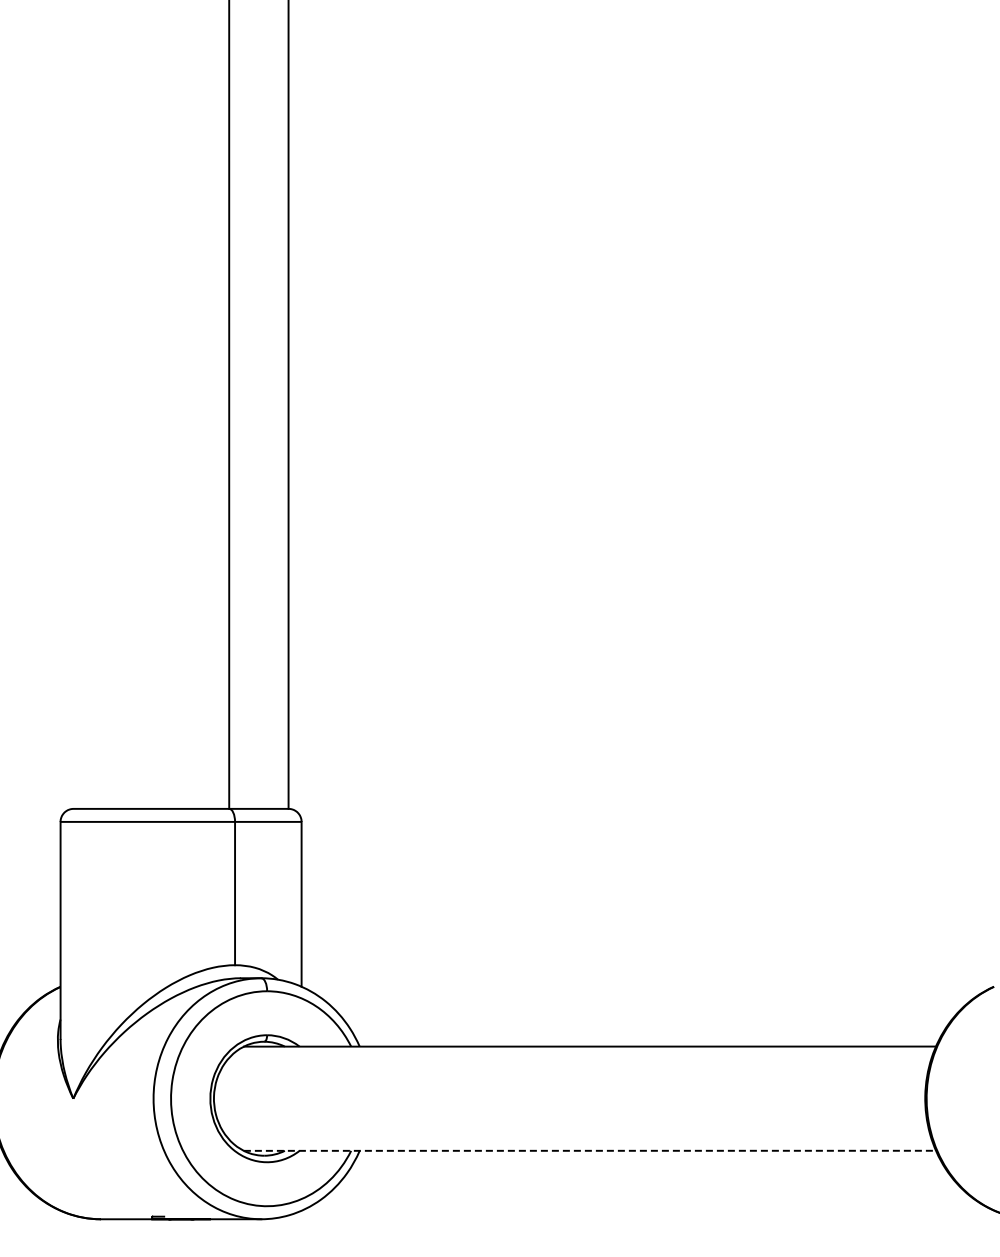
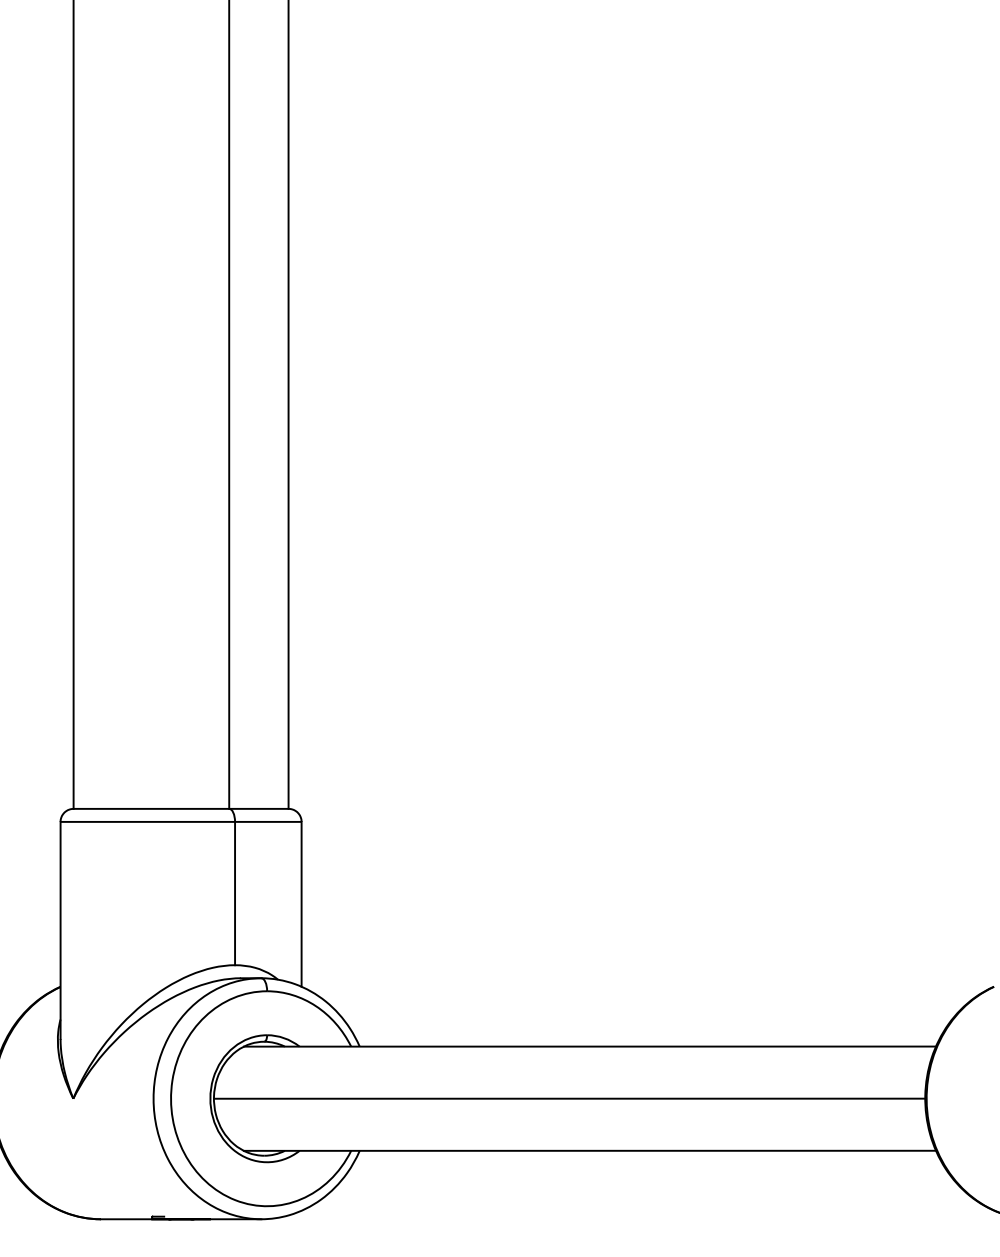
line at (73, 405): none -> present
line at (569, 1098): none -> present
line at (590, 1150): dashed -> solid
